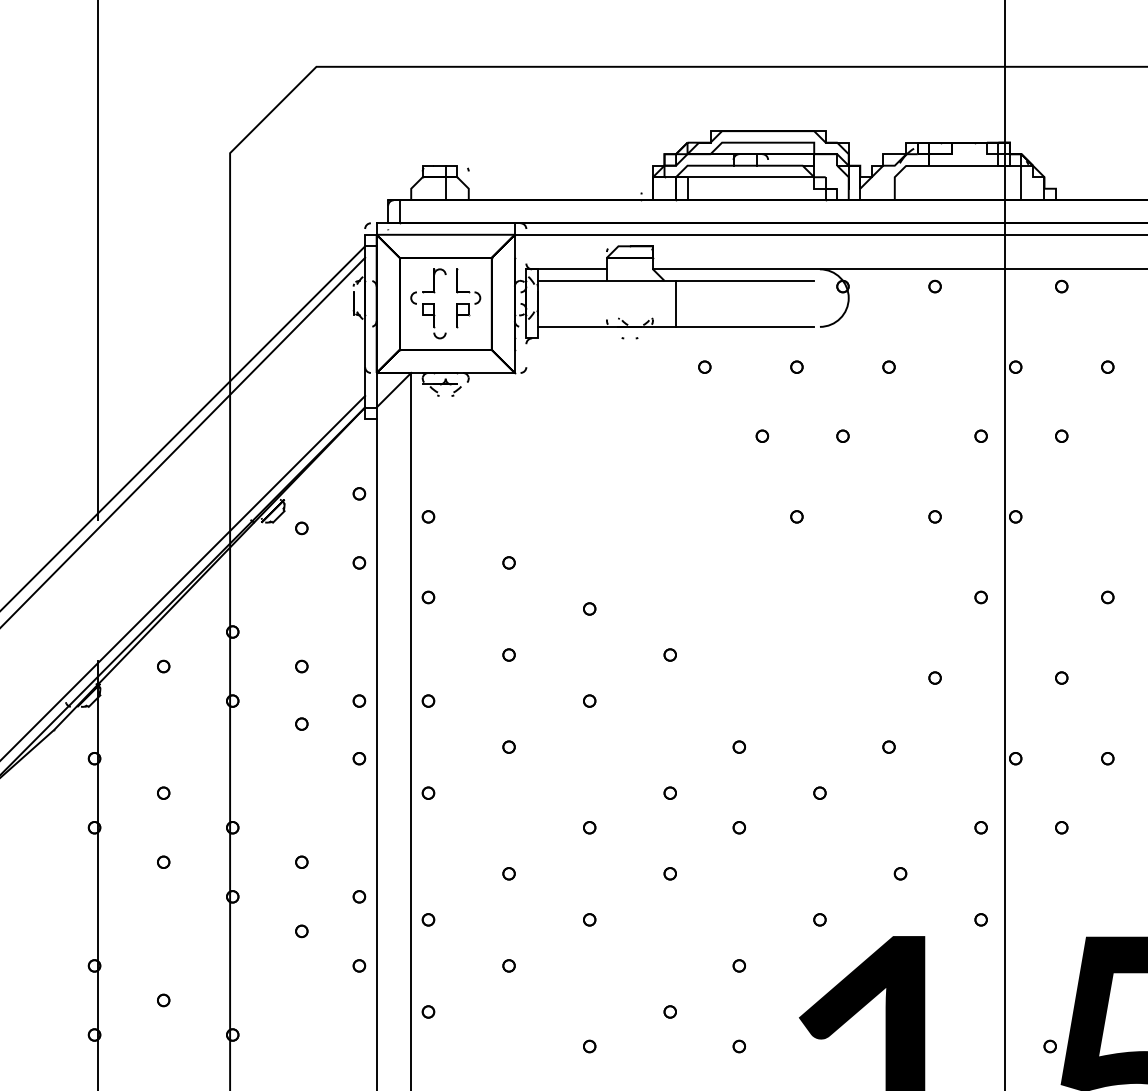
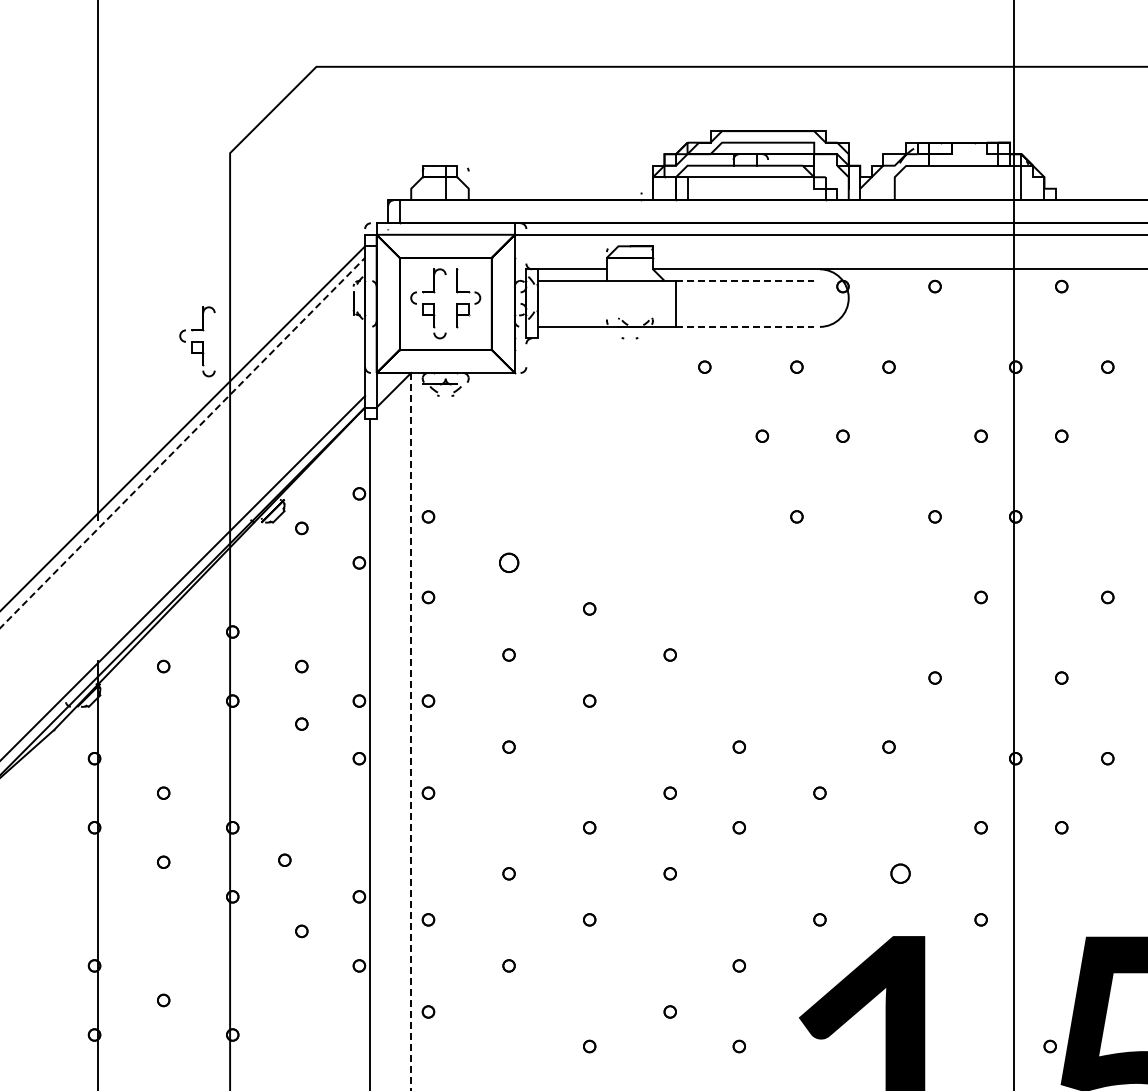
line at (745, 280): solid -> dashed
line at (745, 326): solid -> dashed
part at (197, 341): none -> present
line at (182, 442): solid -> dashed
line at (1004, 544) position: (1004, 544) -> (1013, 544)
part at (508, 562) size: 14x14 px -> 21x21 px
line at (411, 731): solid -> dashed
line at (376, 753) position: (376, 753) -> (369, 753)
part at (301, 861) position: (301, 861) -> (284, 859)
part at (900, 873) size: 15x14 px -> 21x21 px
